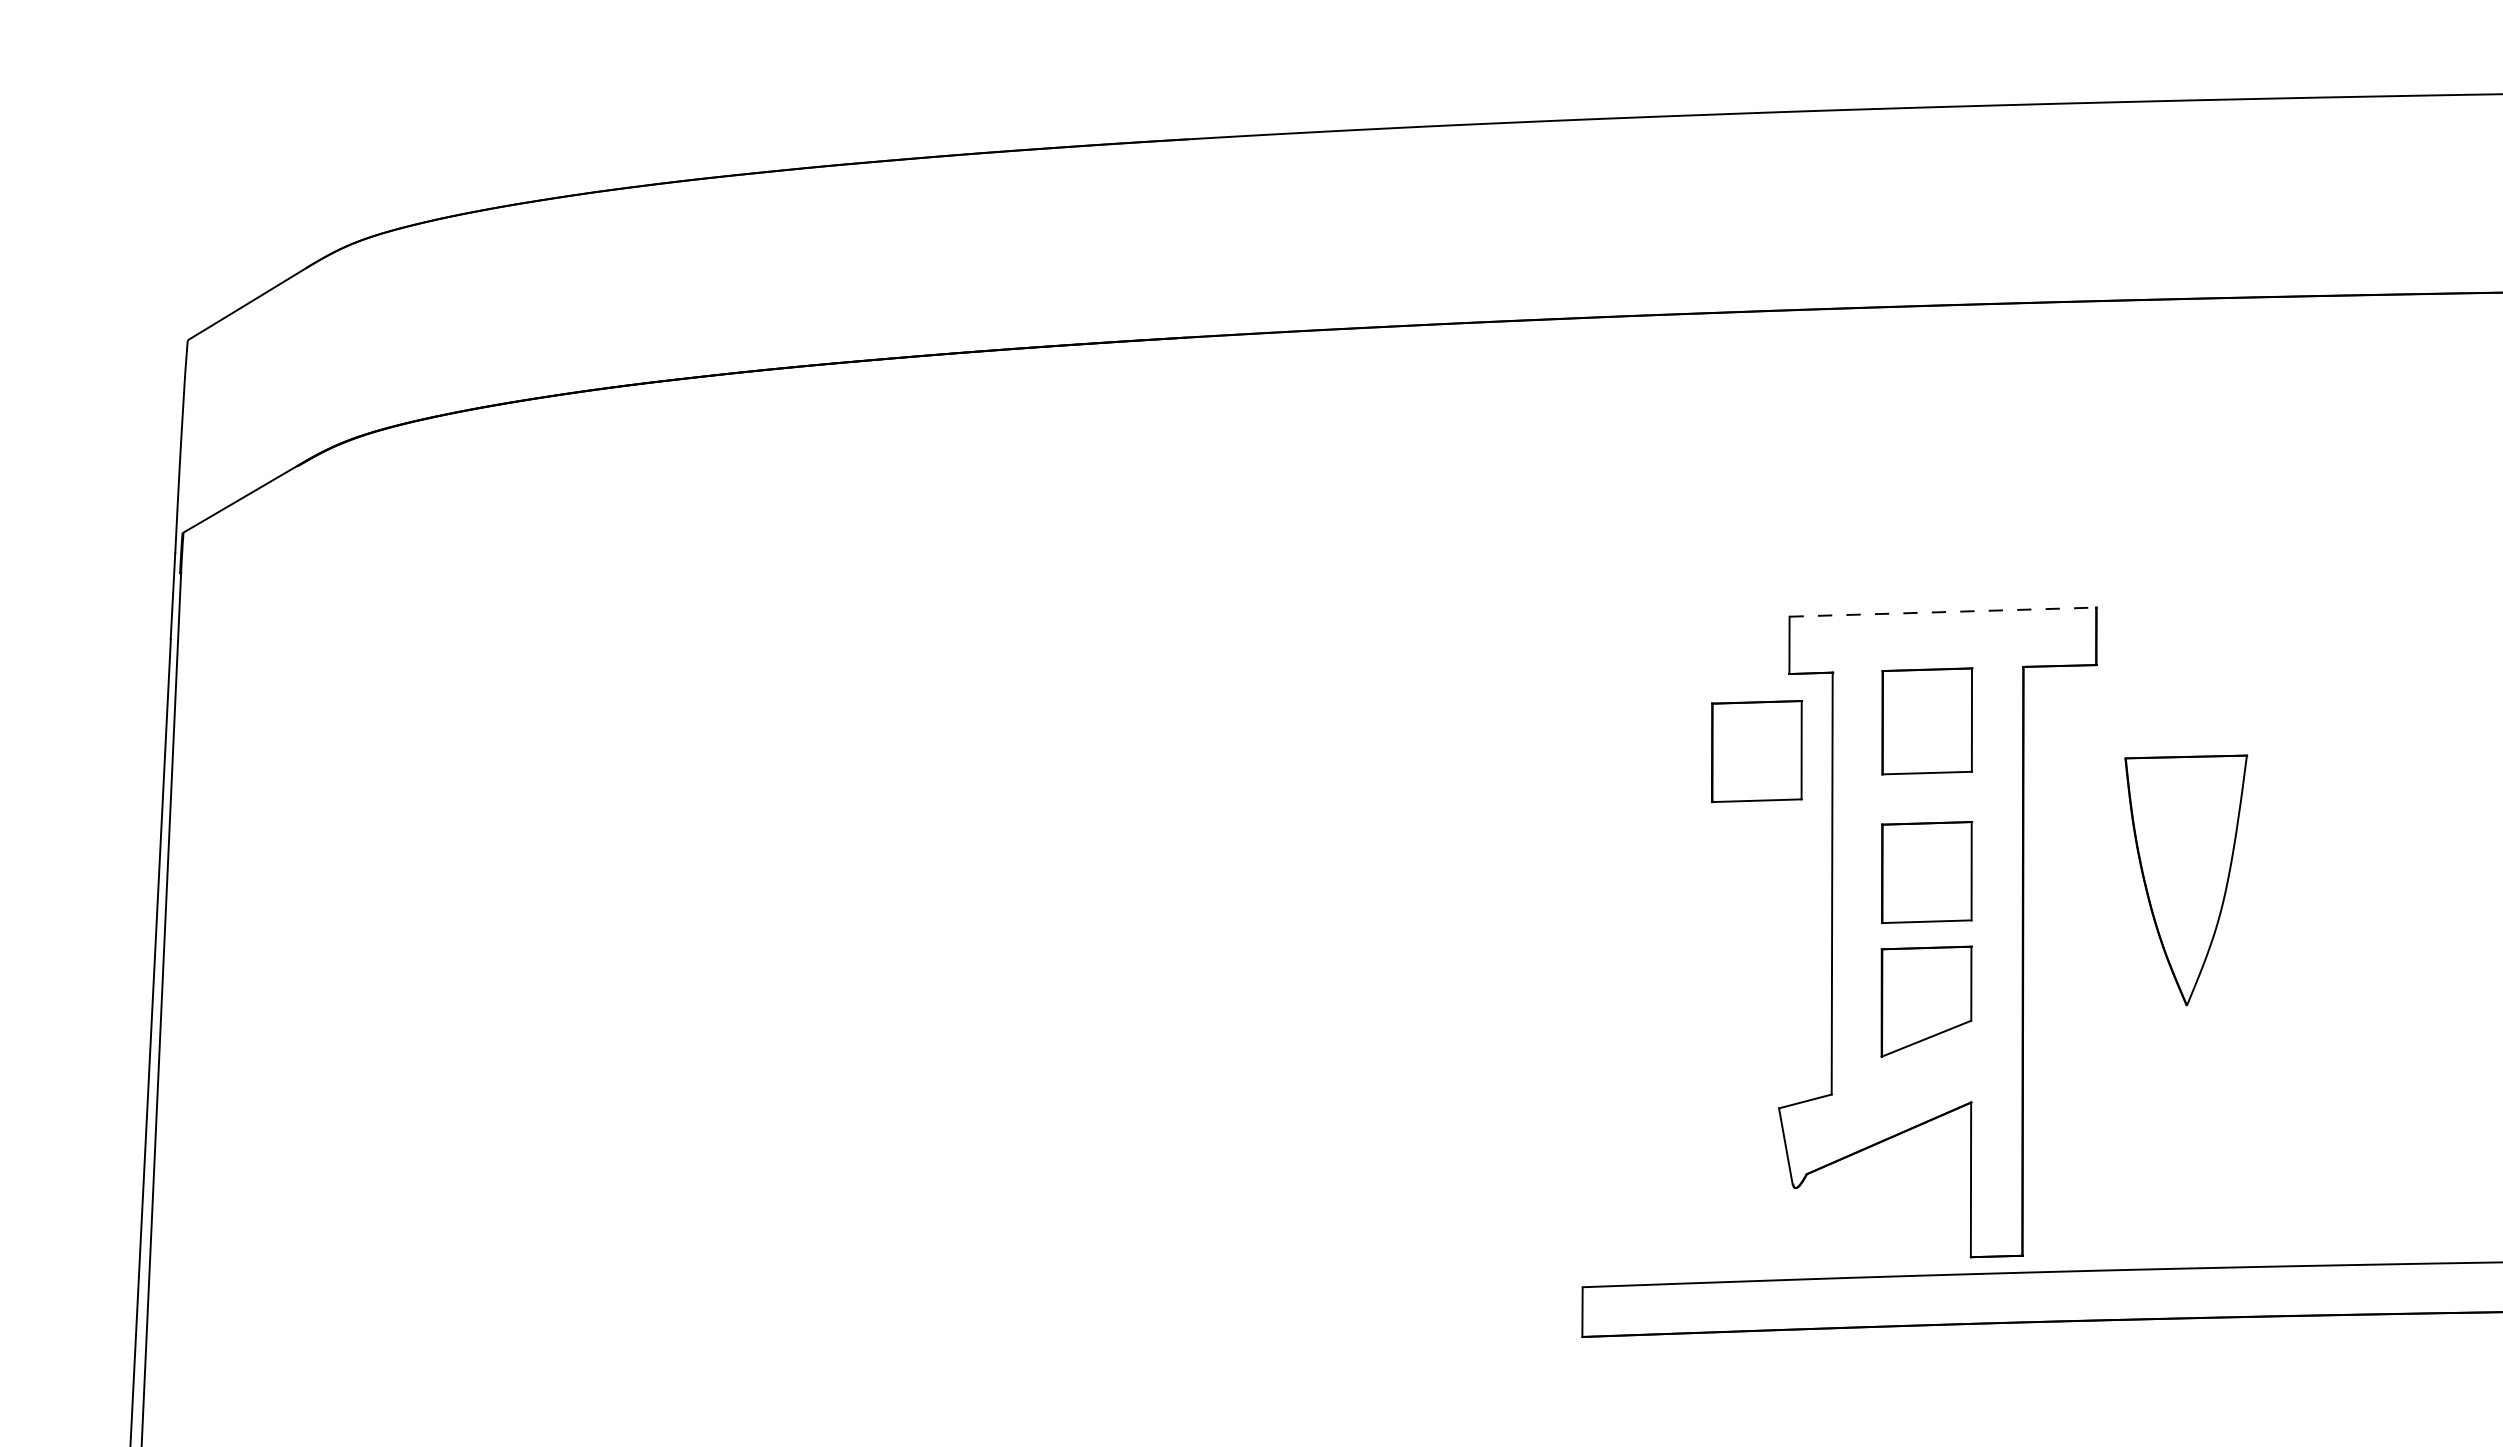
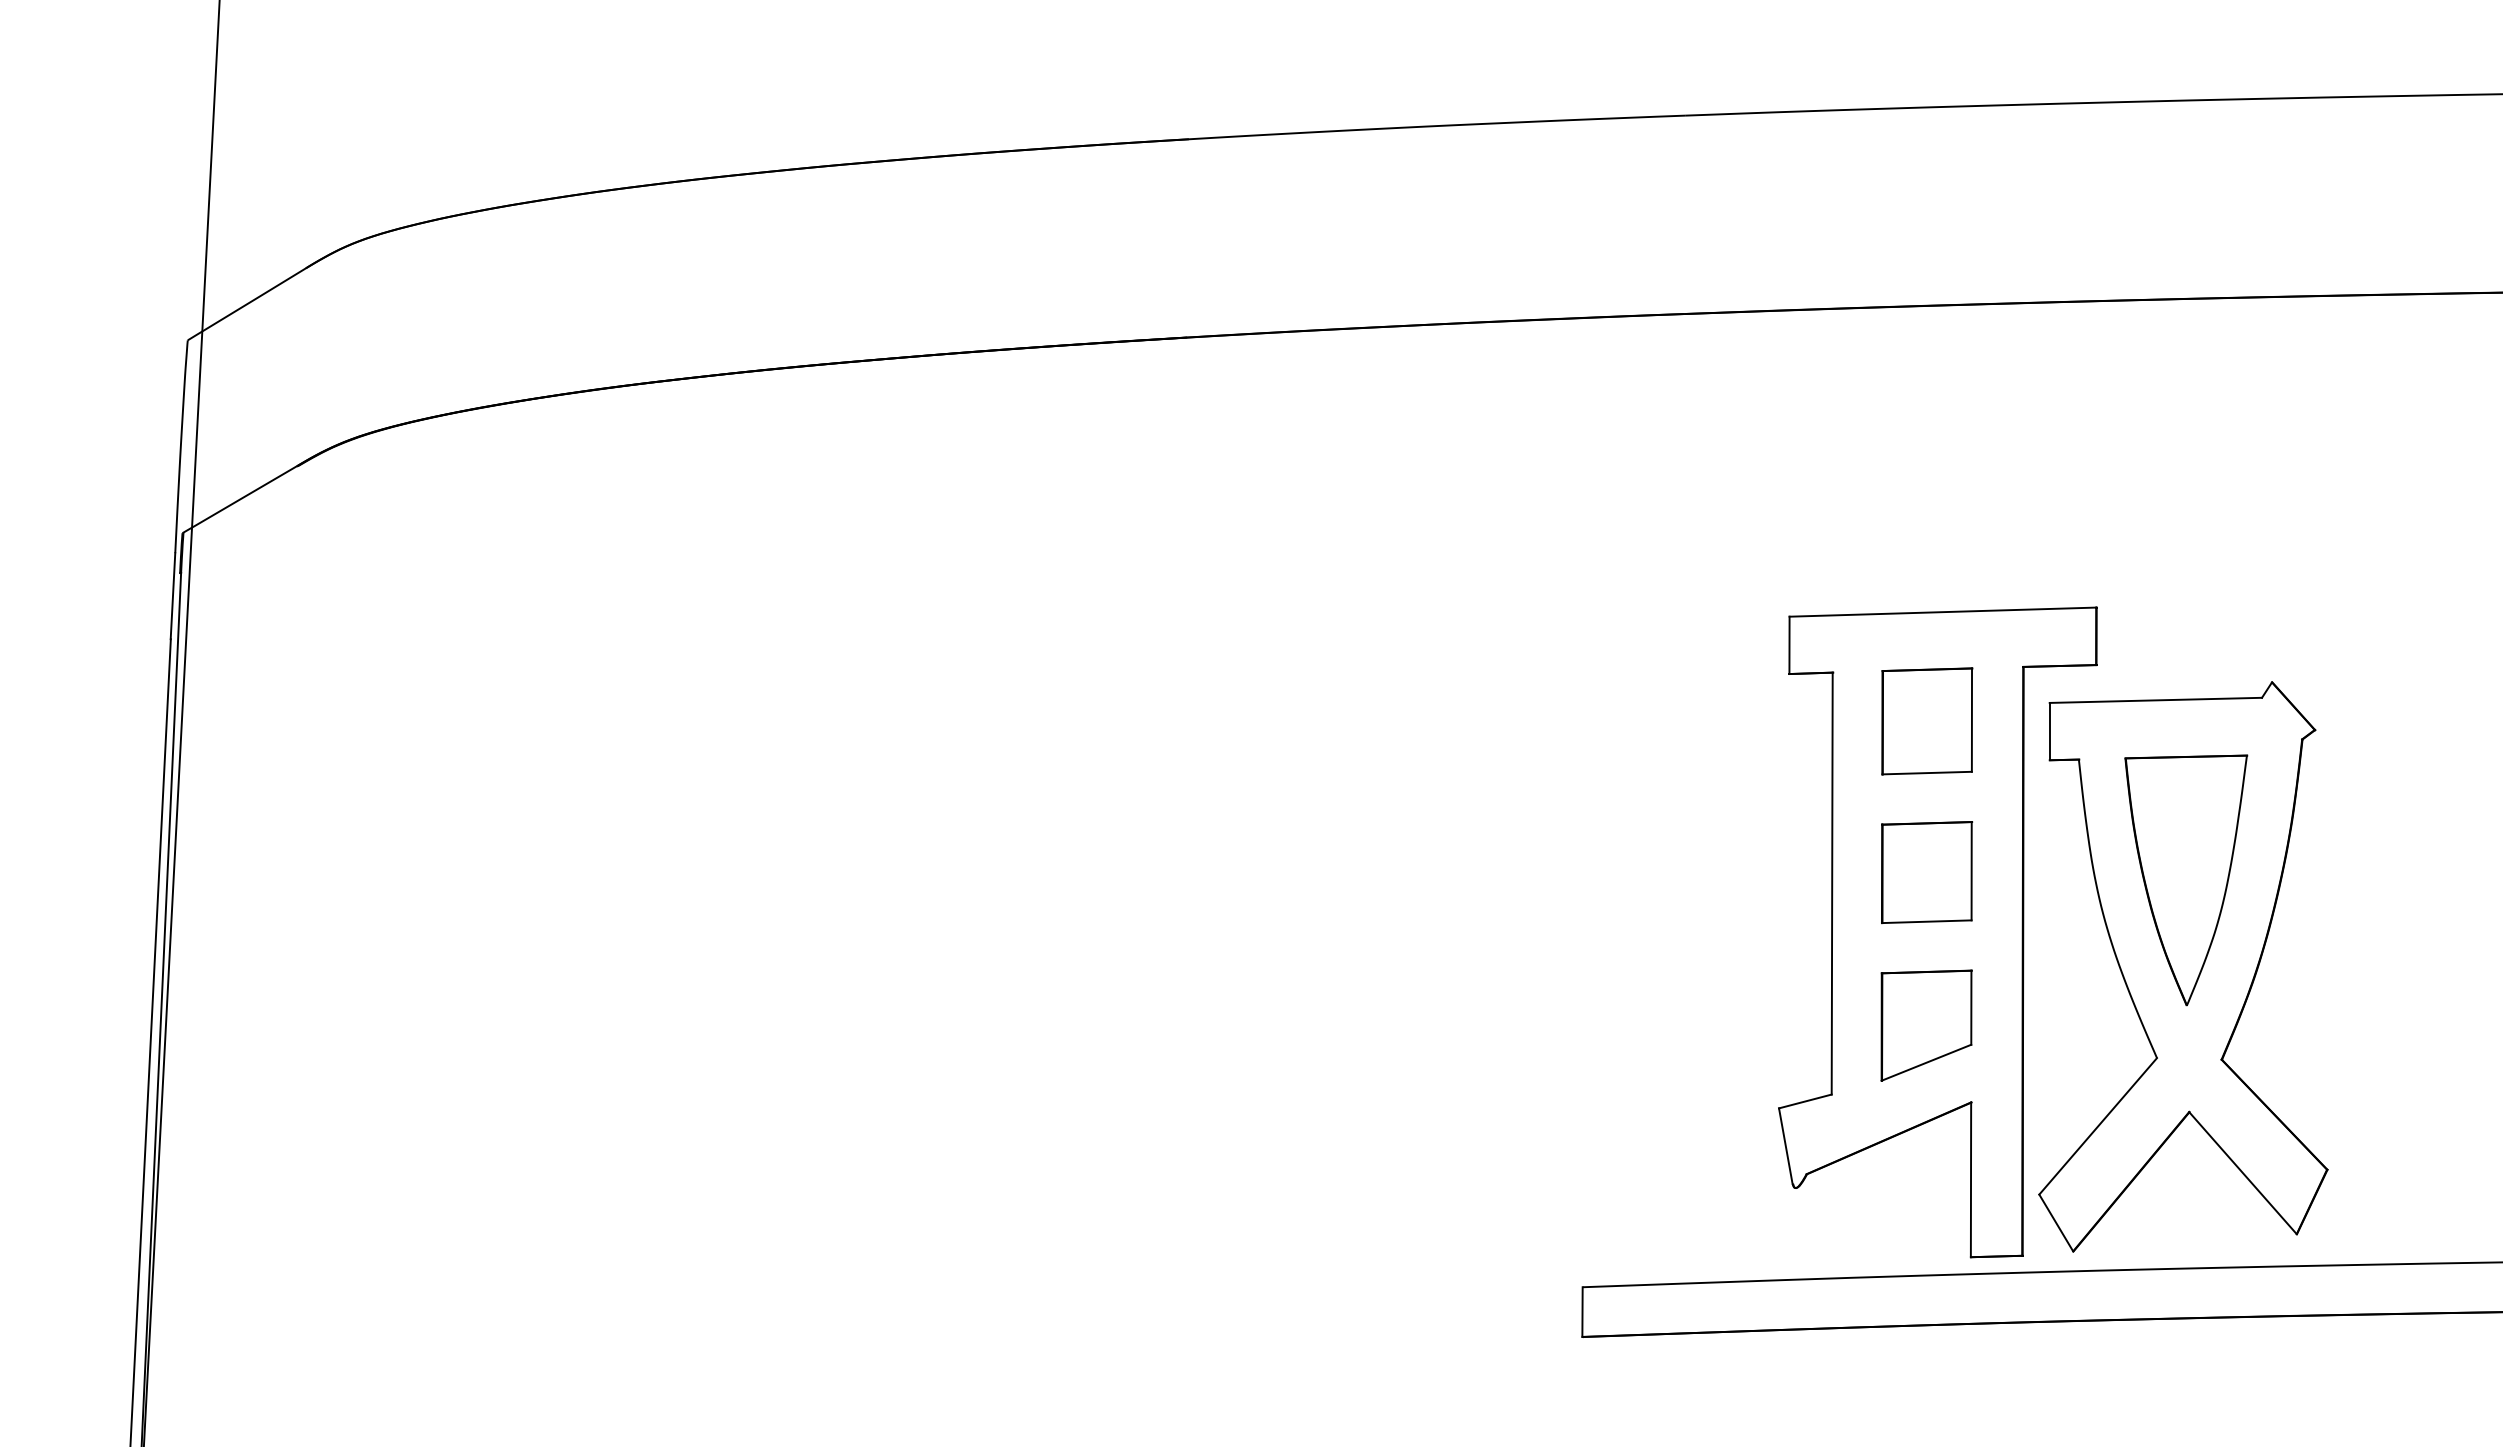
line at (1943, 612): dashed -> solid
line at (181, 722): none -> present
part at (1757, 751): present -> none
part at (2183, 966): none -> present
part at (1926, 1001) position: (1926, 1001) -> (1926, 1025)
